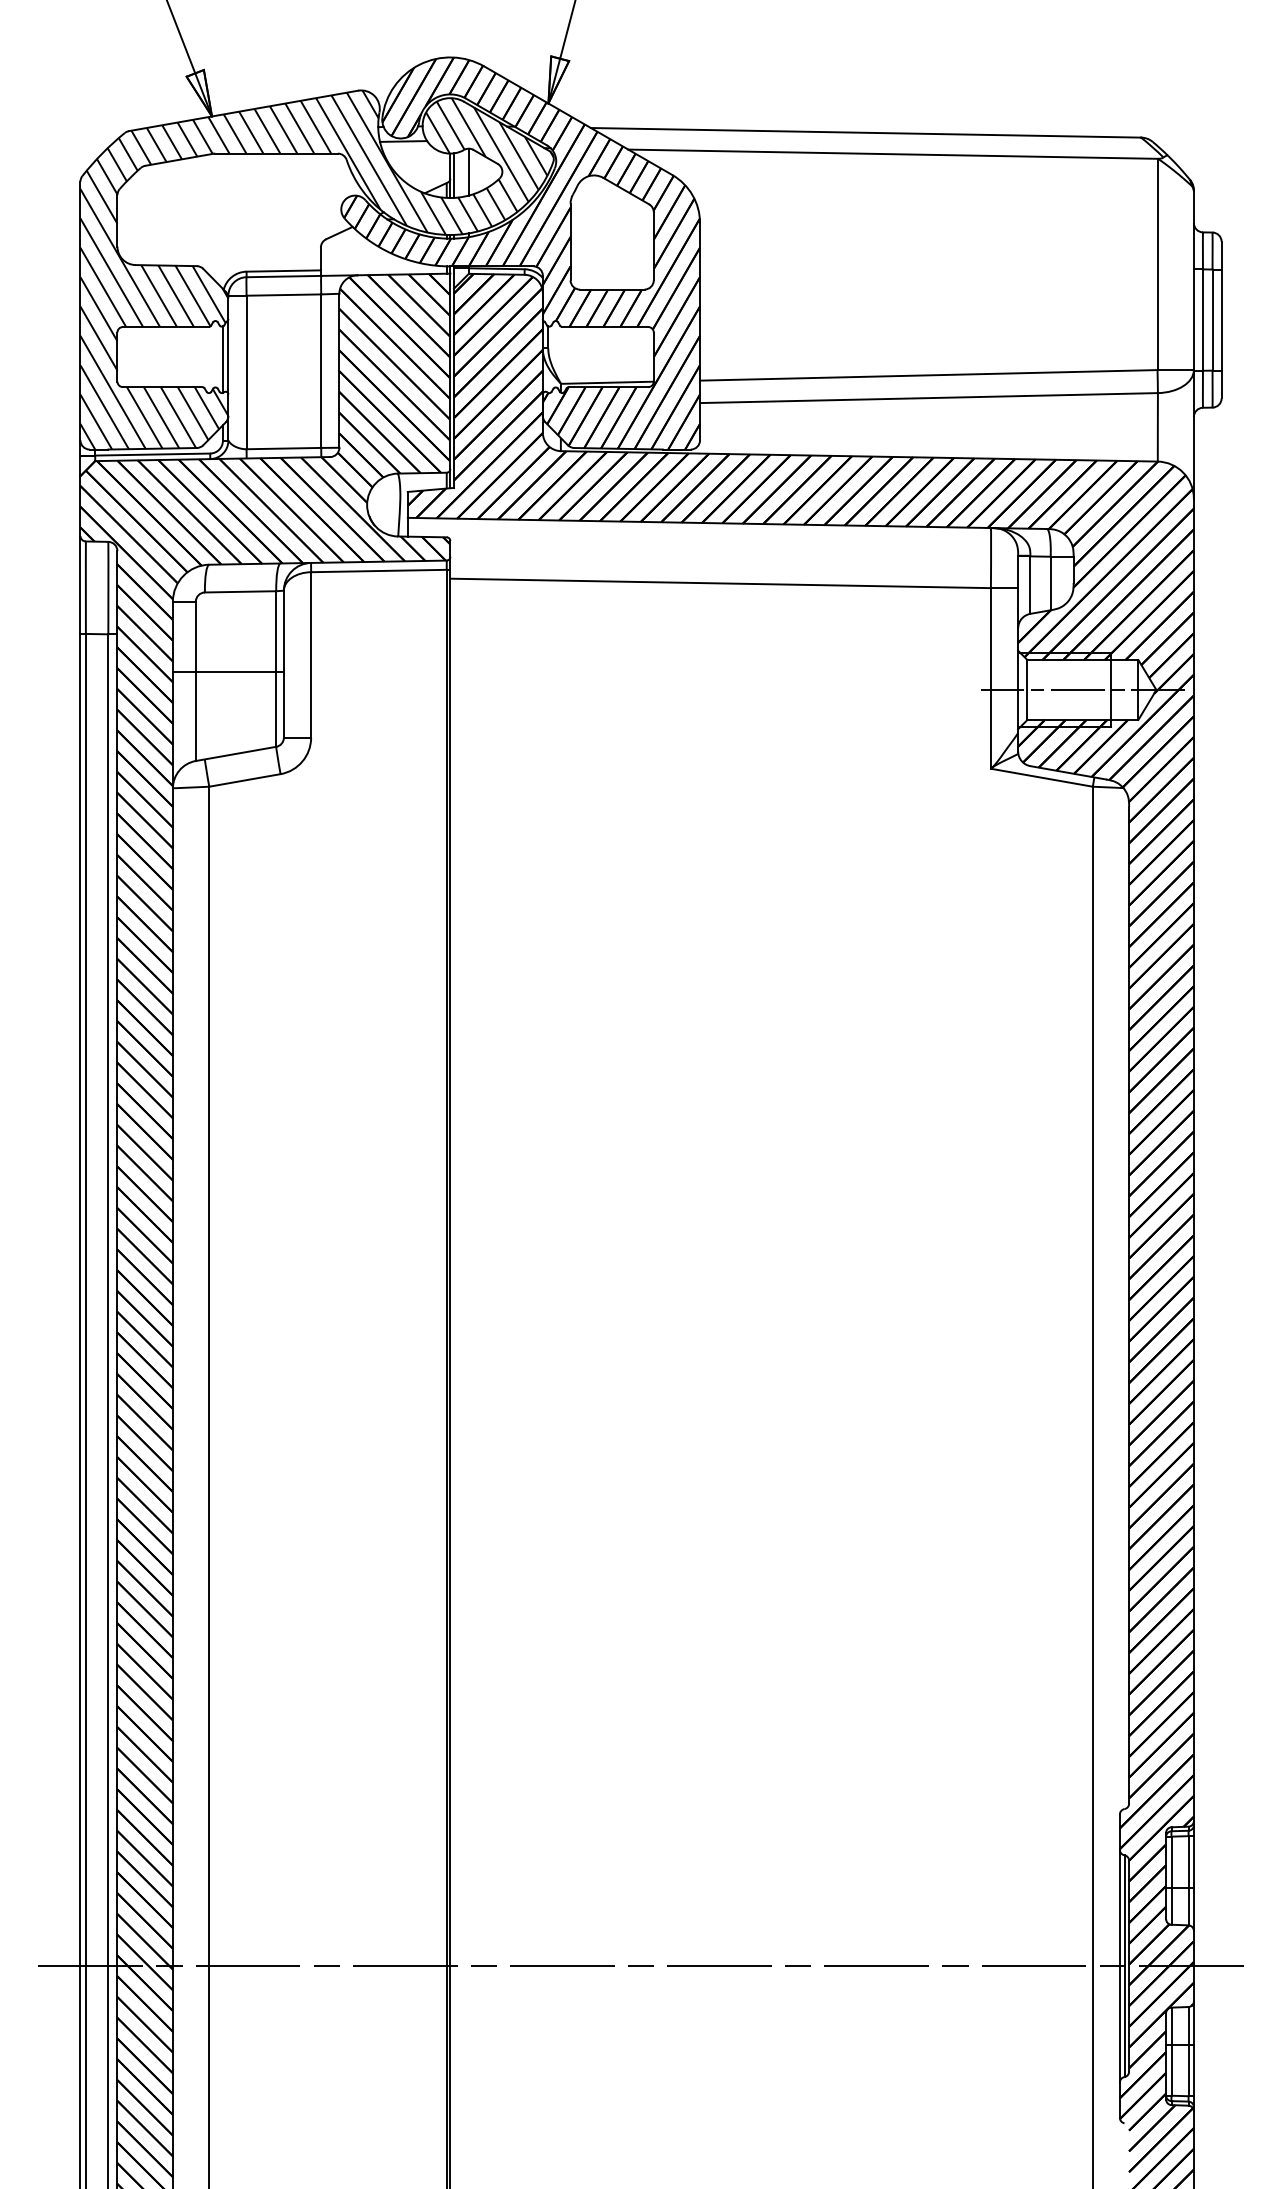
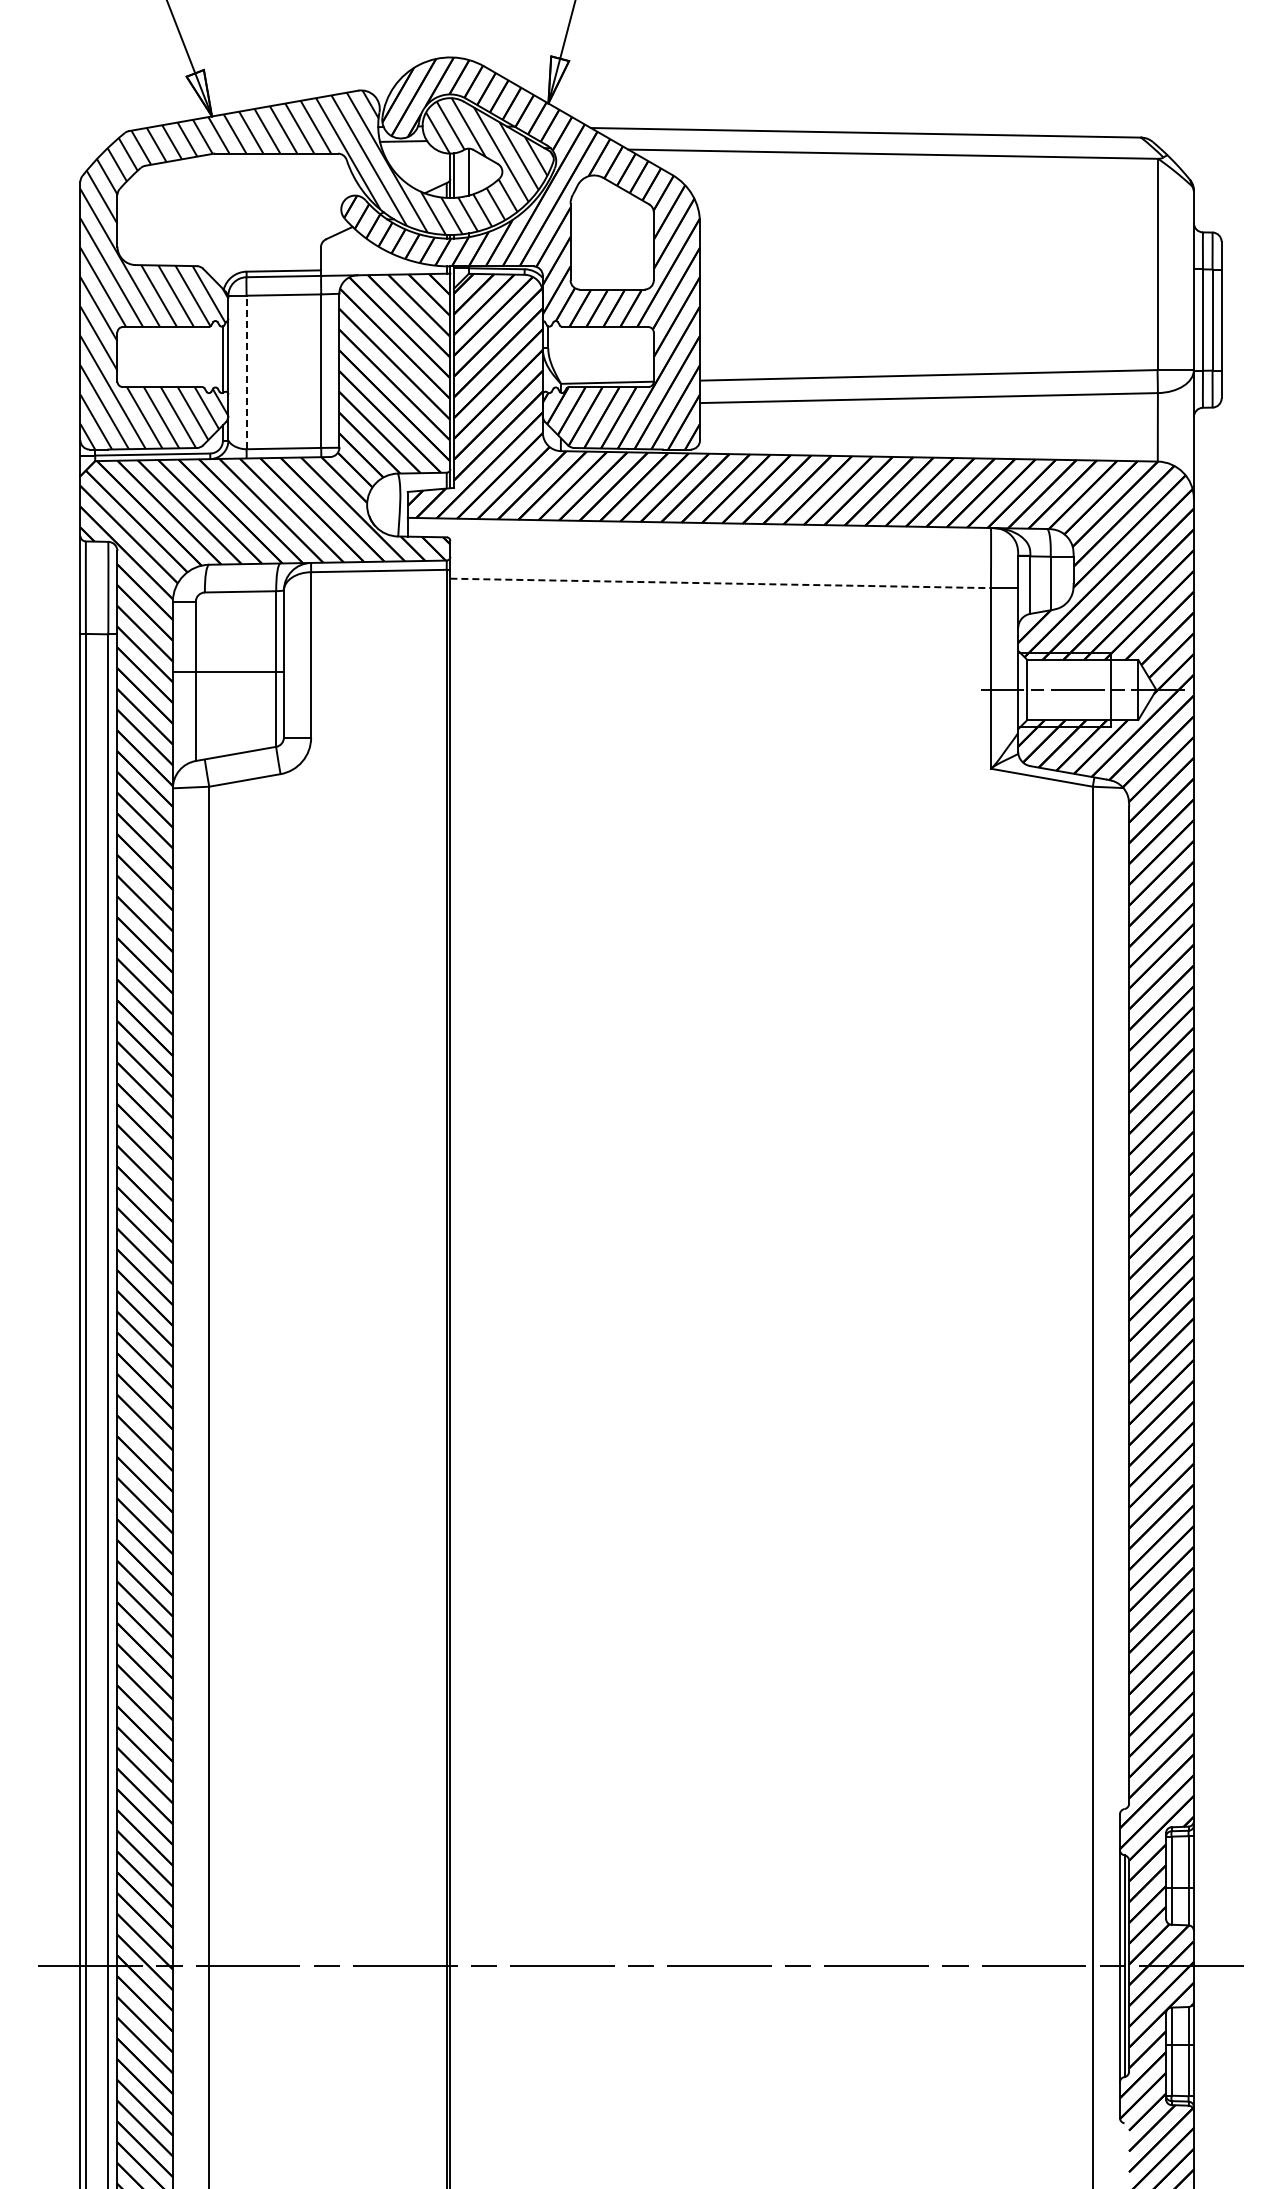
line at (246, 372): solid -> dashed
line at (721, 583): solid -> dashed
